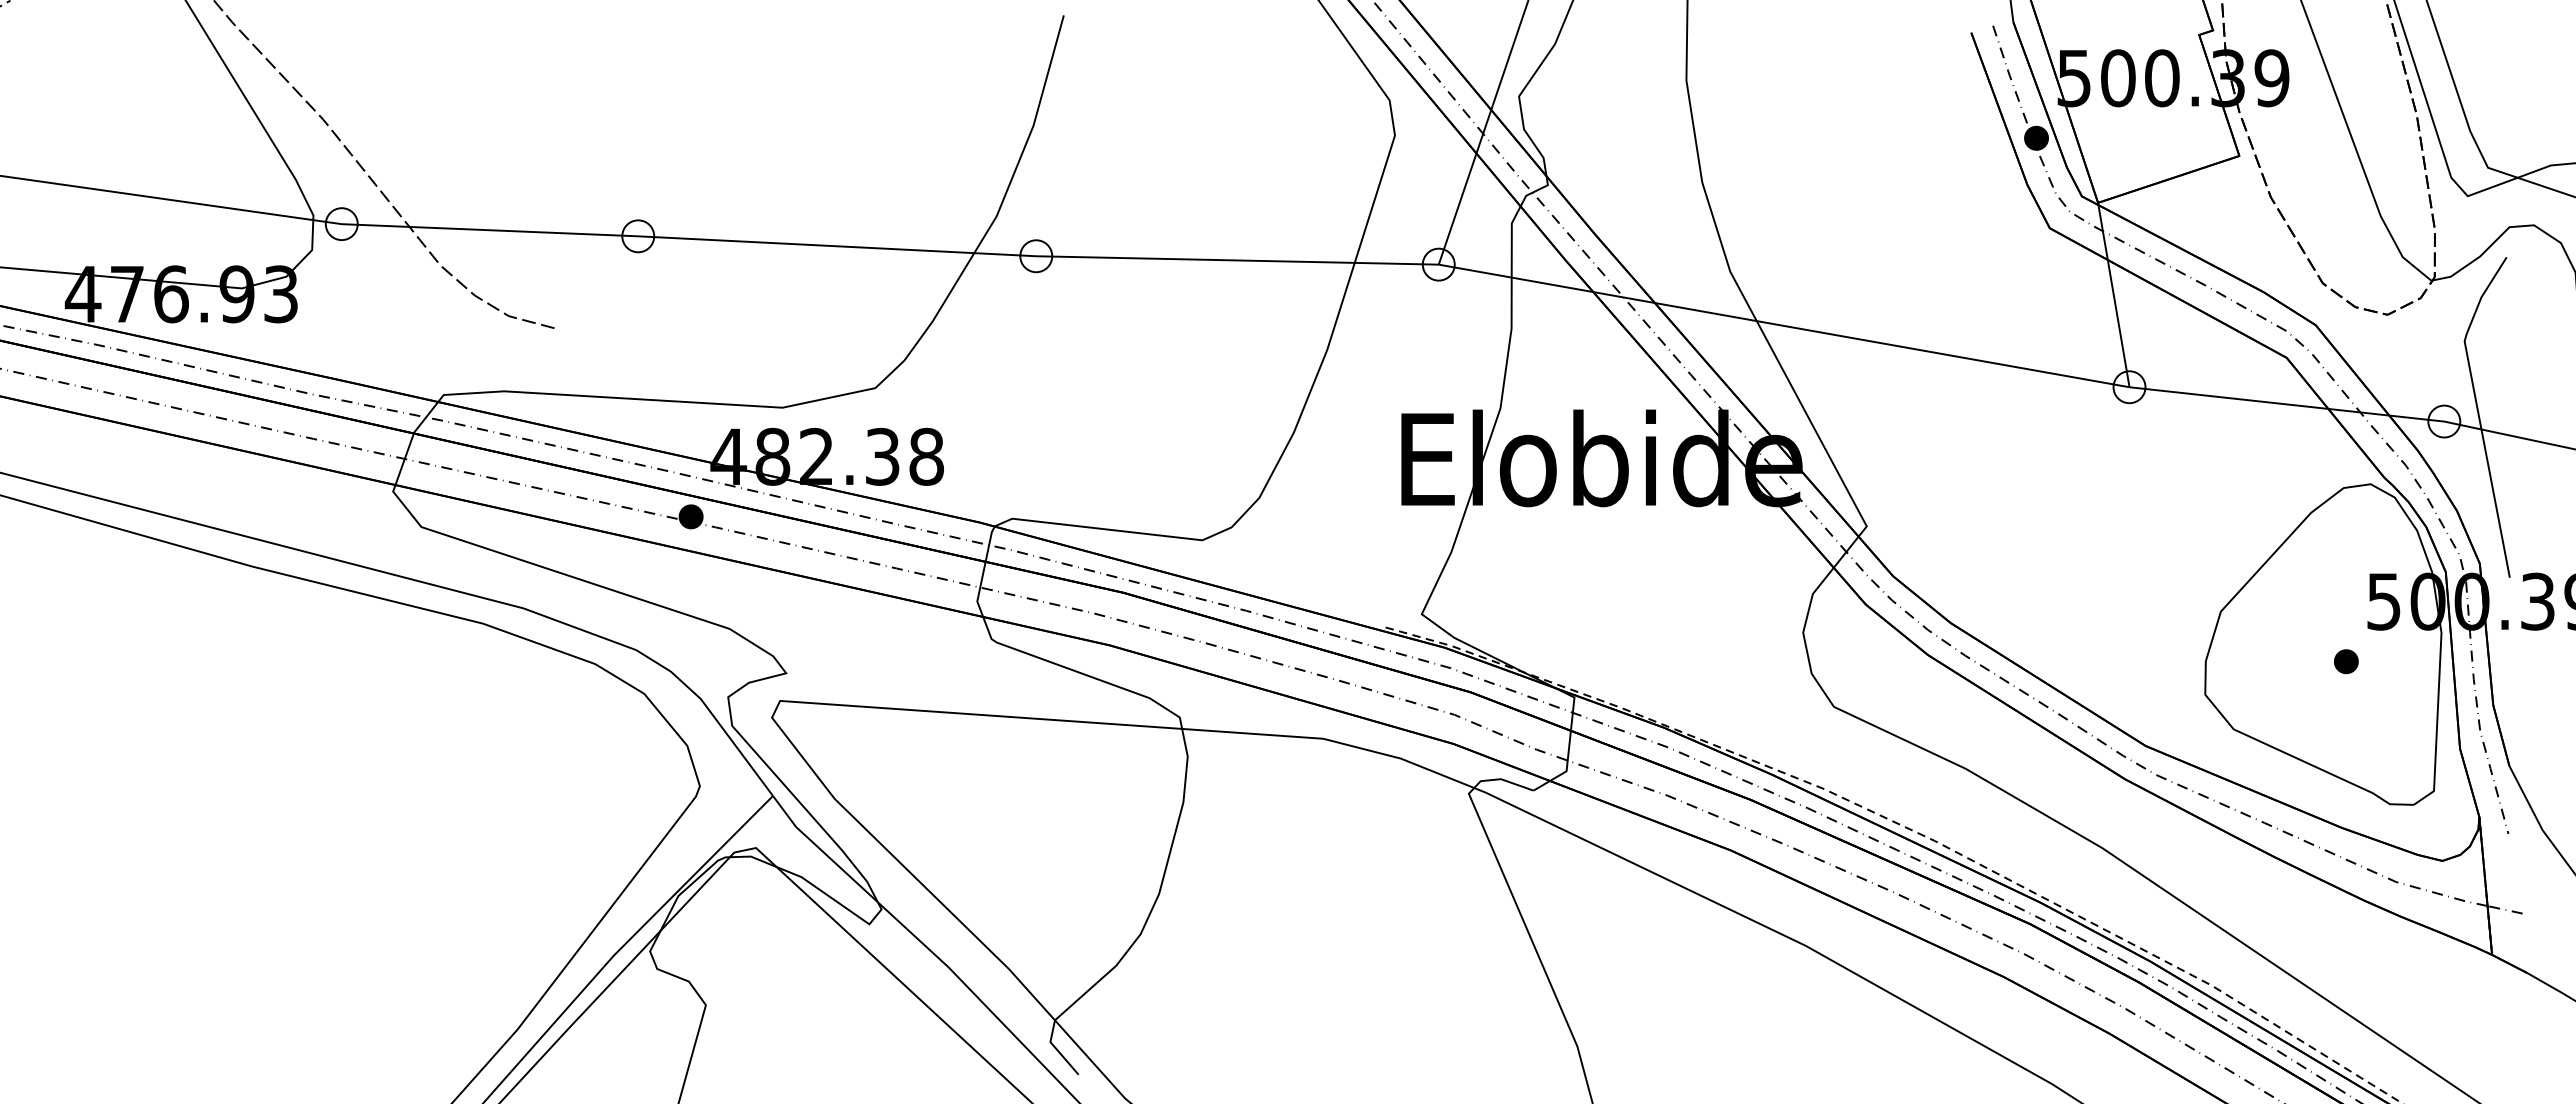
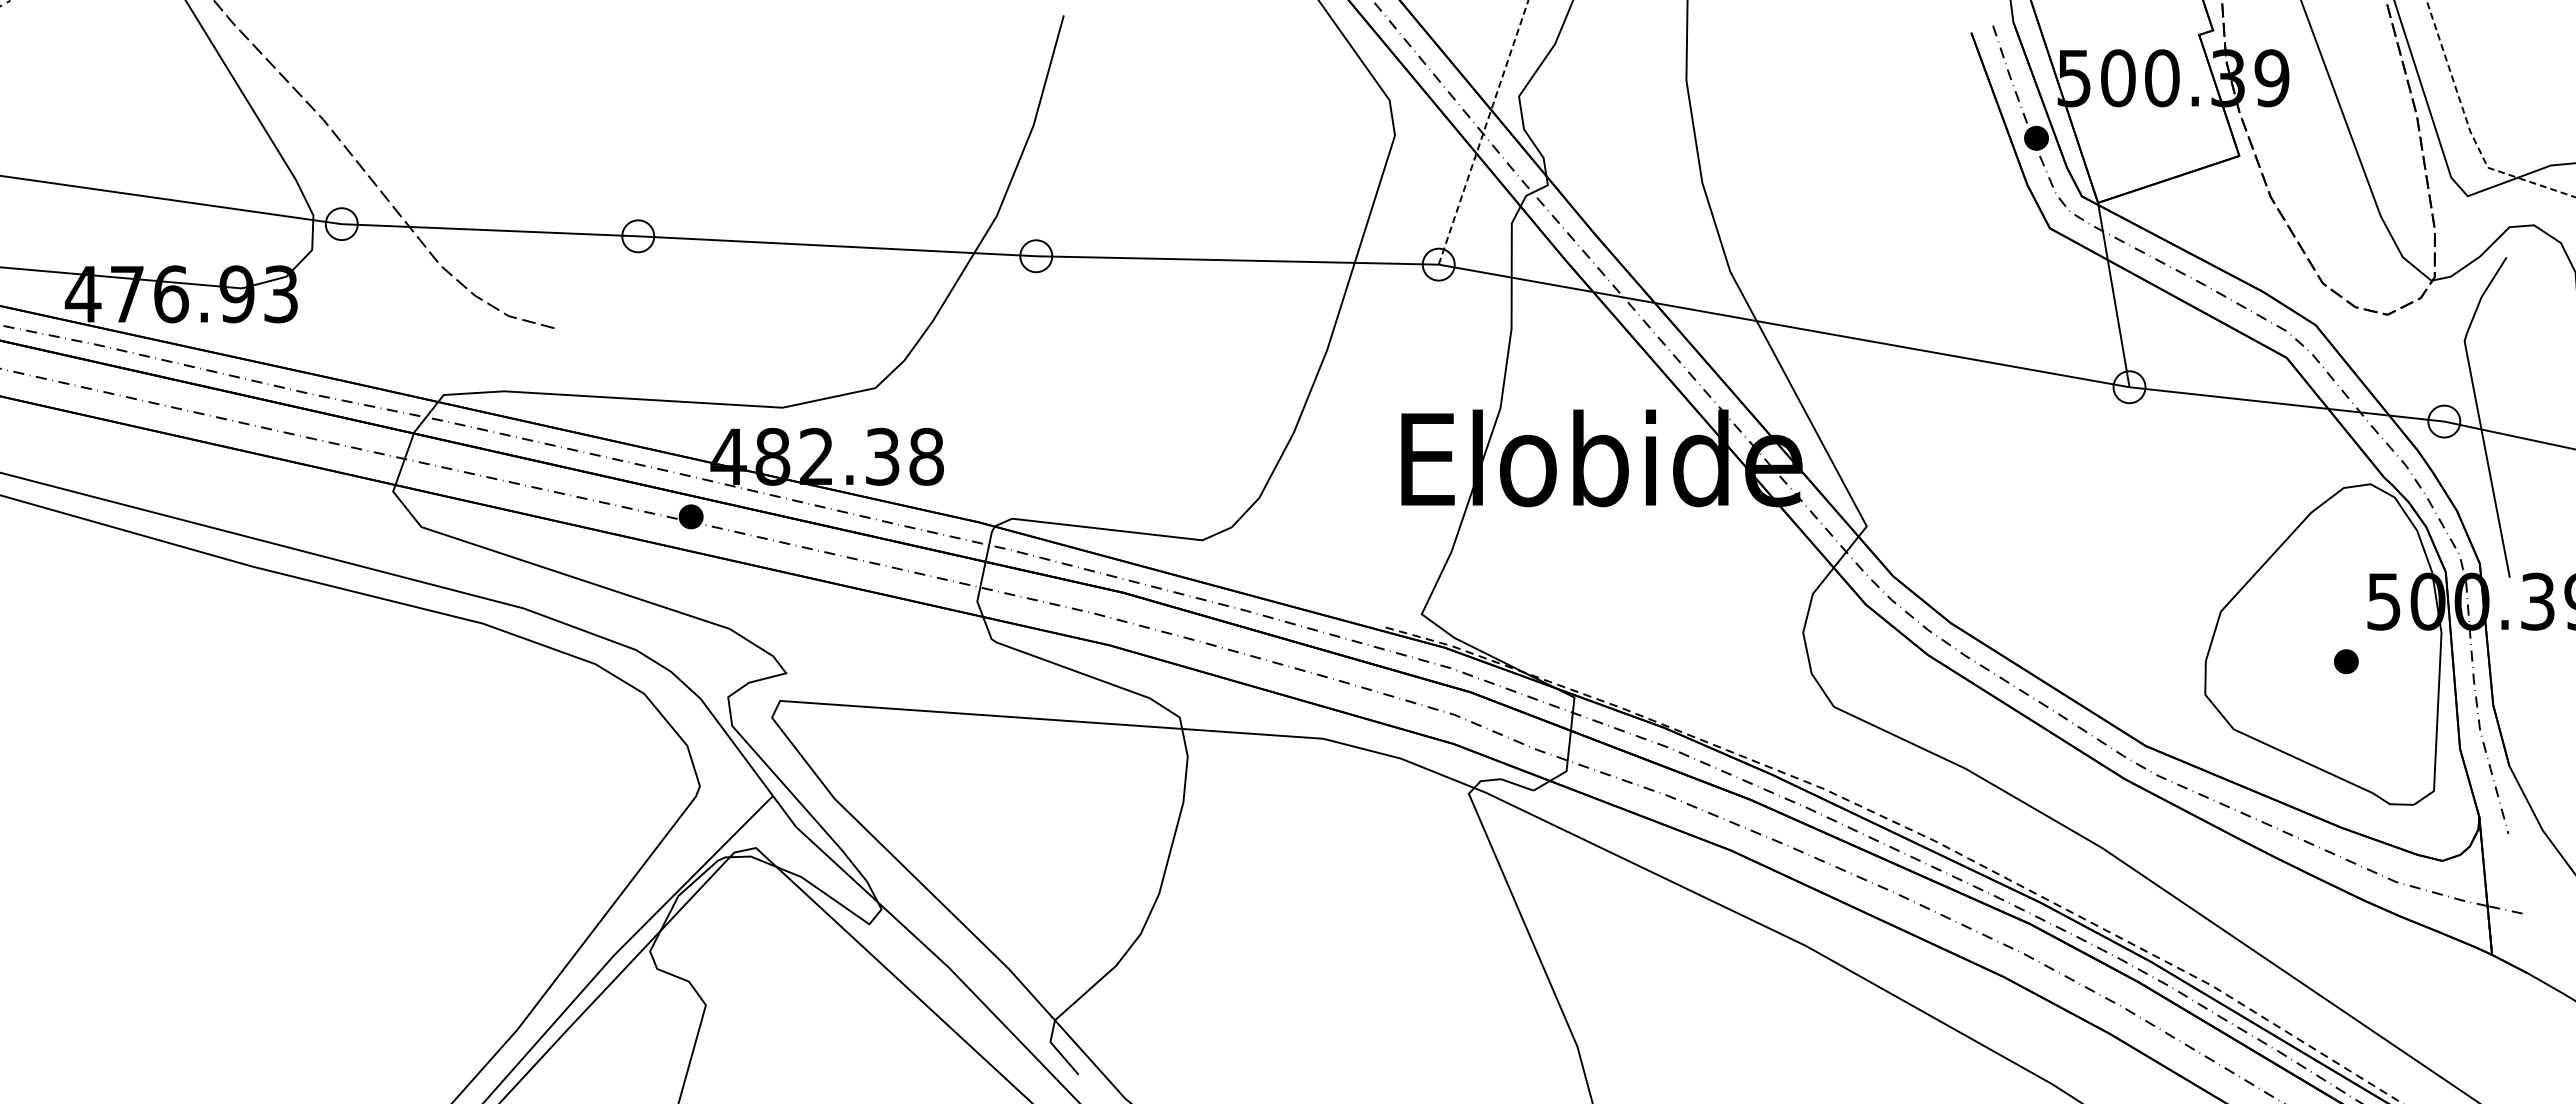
line at (2470, 130): solid -> dashed
line at (1483, 132): solid -> dashed
